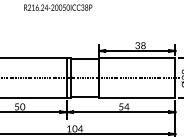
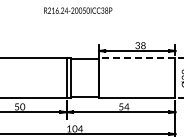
text at (58, 7) position: (58, 7) -> (78, 10)
line at (136, 57): solid -> dashed
line at (90, 77): present -> none
